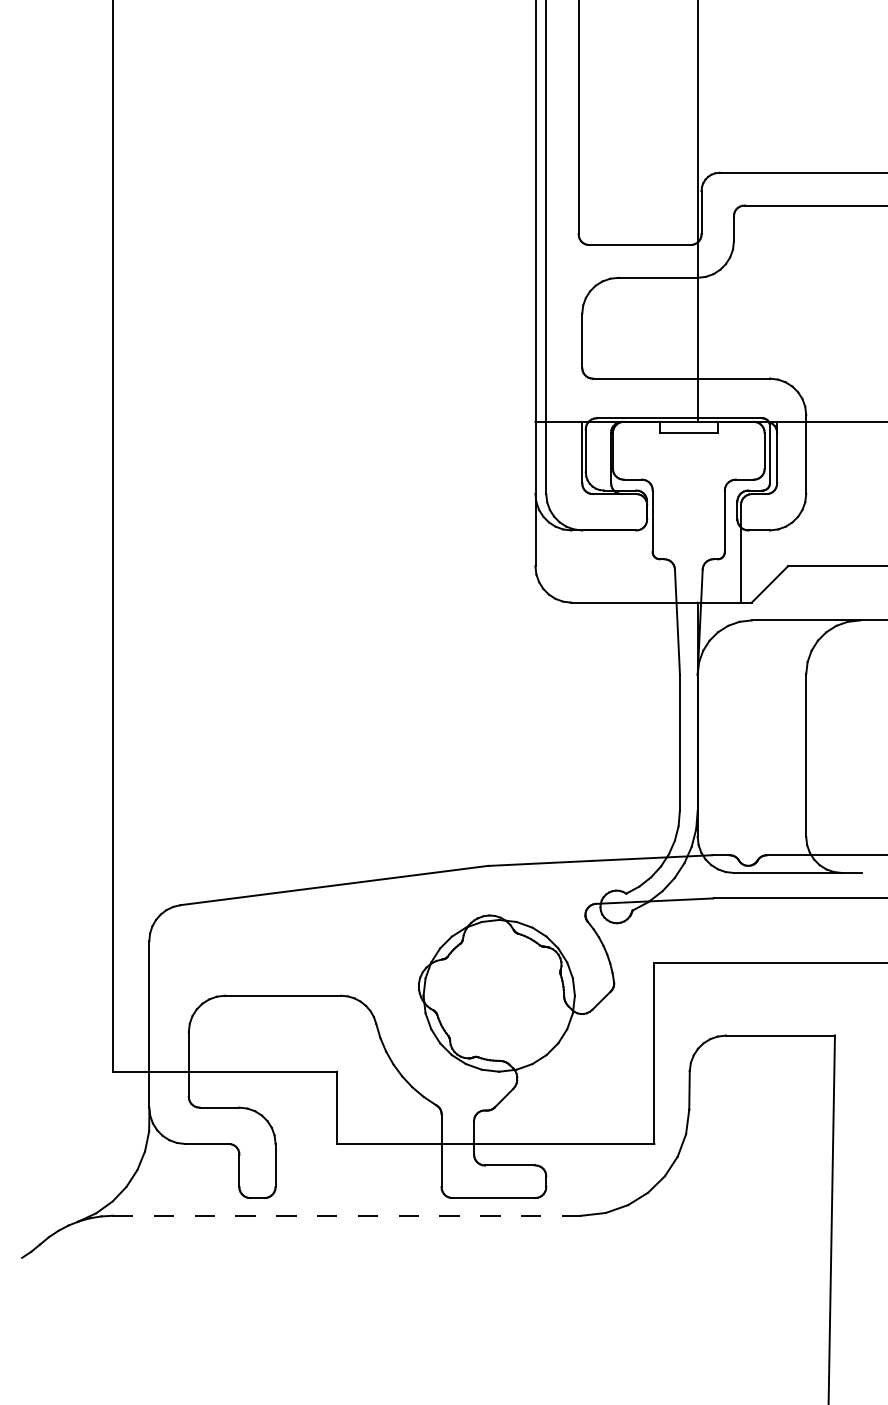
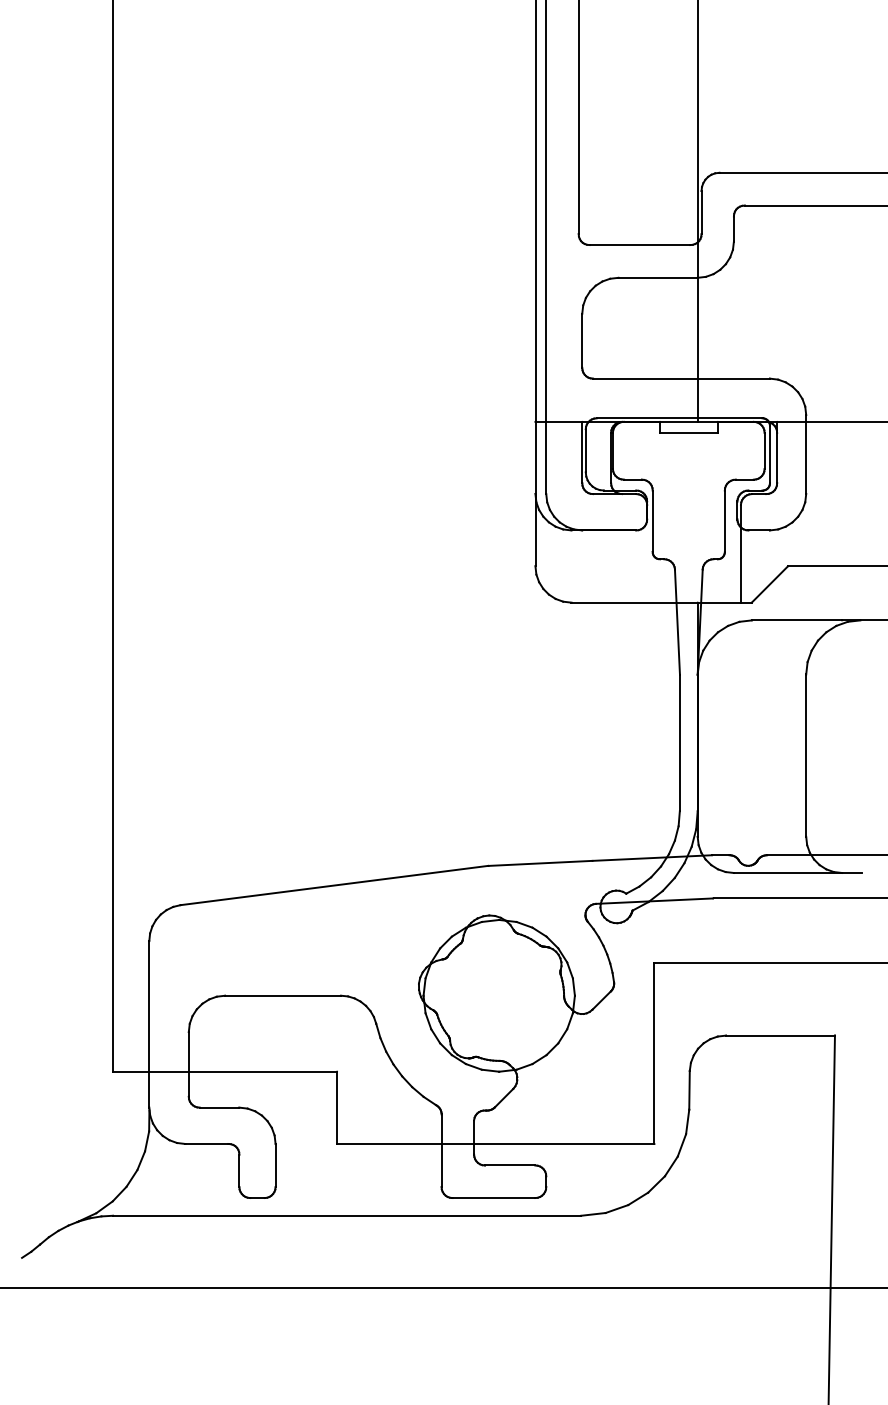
line at (347, 1215): dashed -> solid
line at (443, 1288): none -> present
